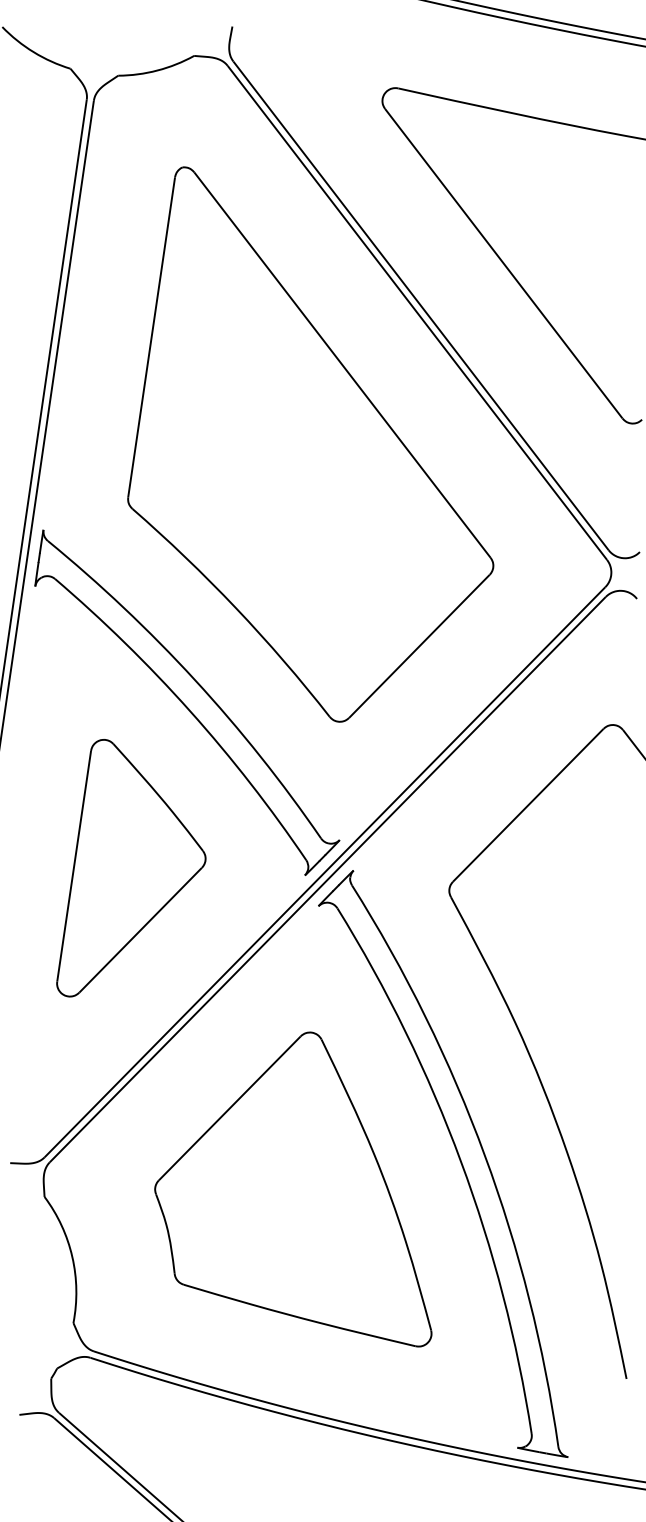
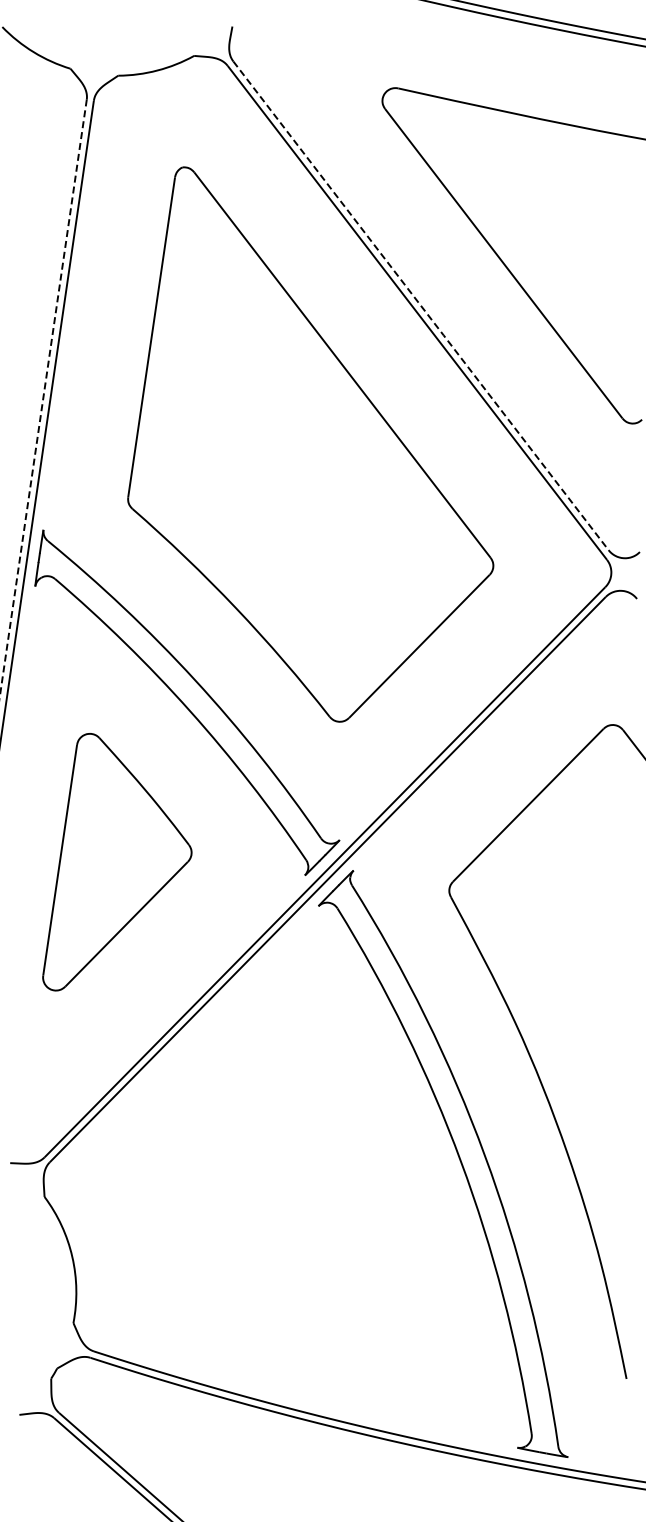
line at (421, 306): solid -> dashed
line at (43, 398): solid -> dashed
part at (131, 868) position: (131, 868) -> (117, 862)
part at (293, 1189): present -> none
